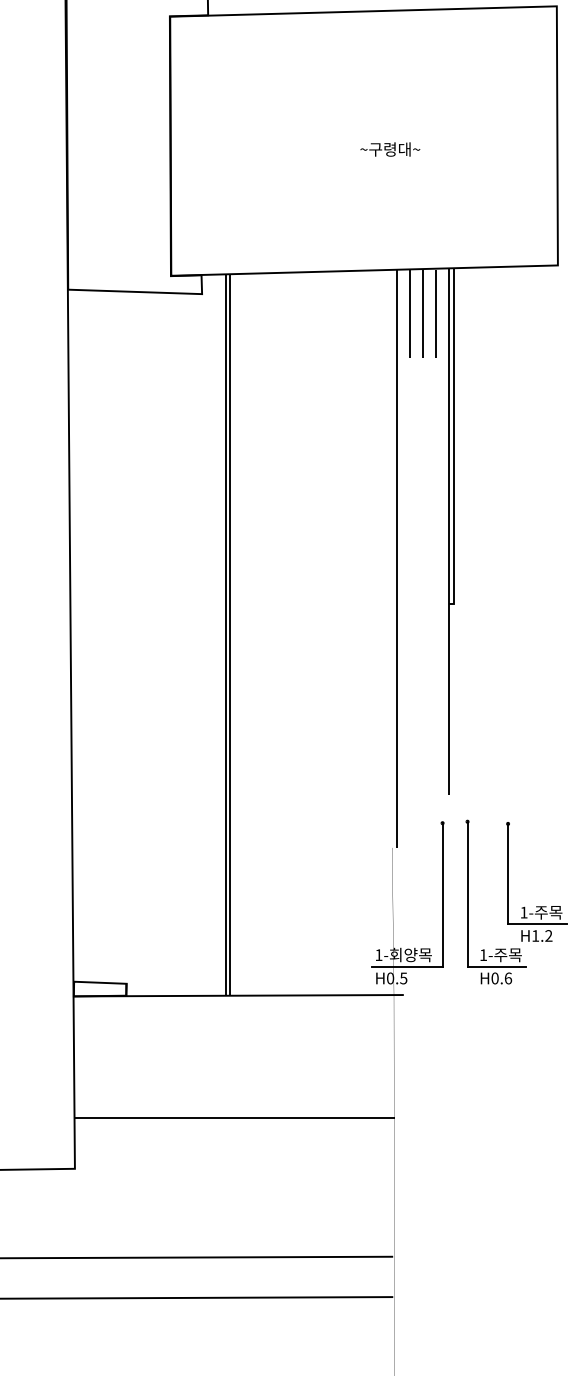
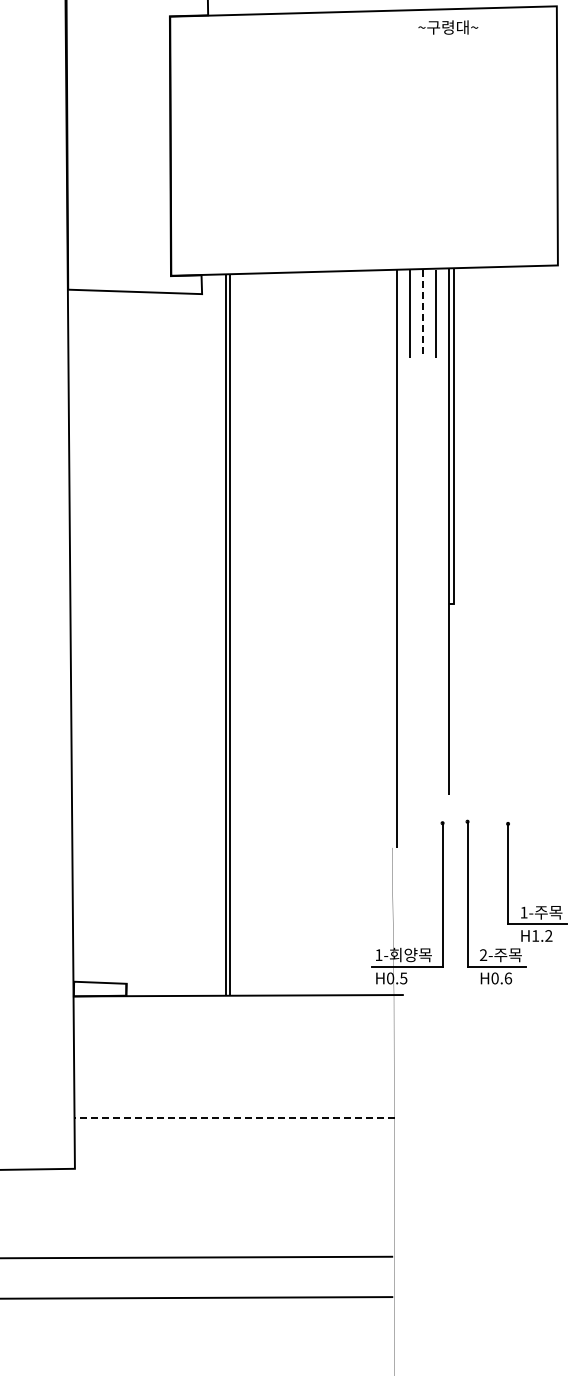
text at (390, 149) position: (390, 149) -> (448, 27)
line at (423, 314): solid -> dashed
text at (483, 954): 1- -> 2-
line at (234, 1118): solid -> dashed
